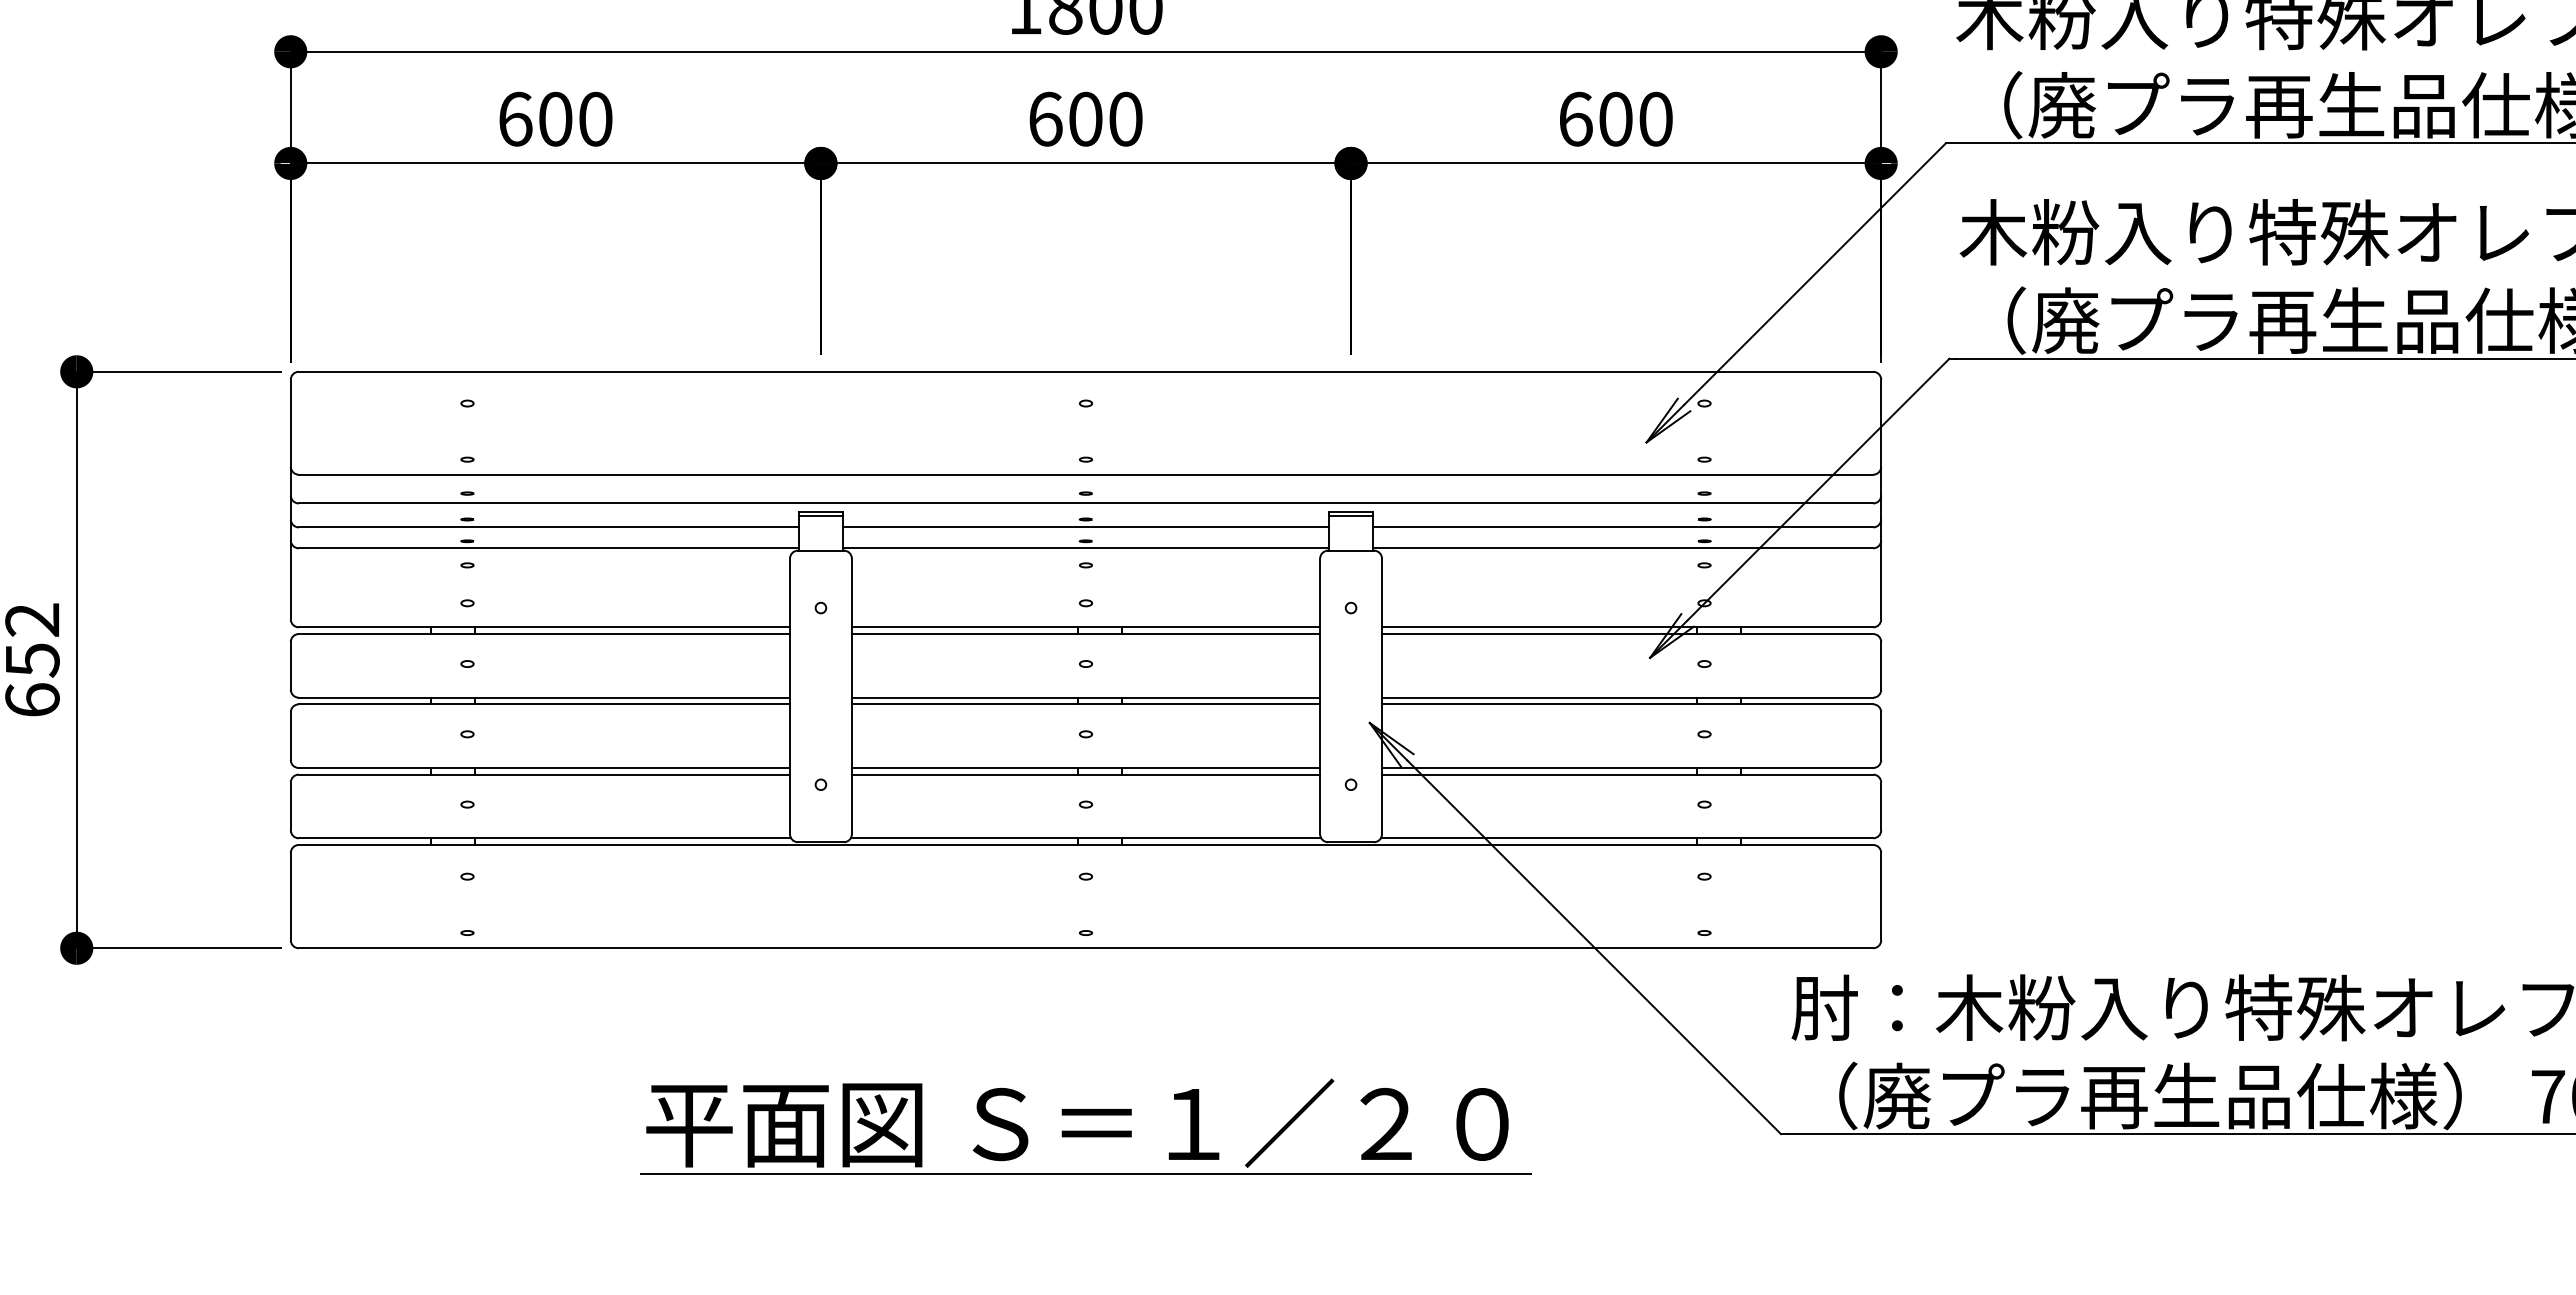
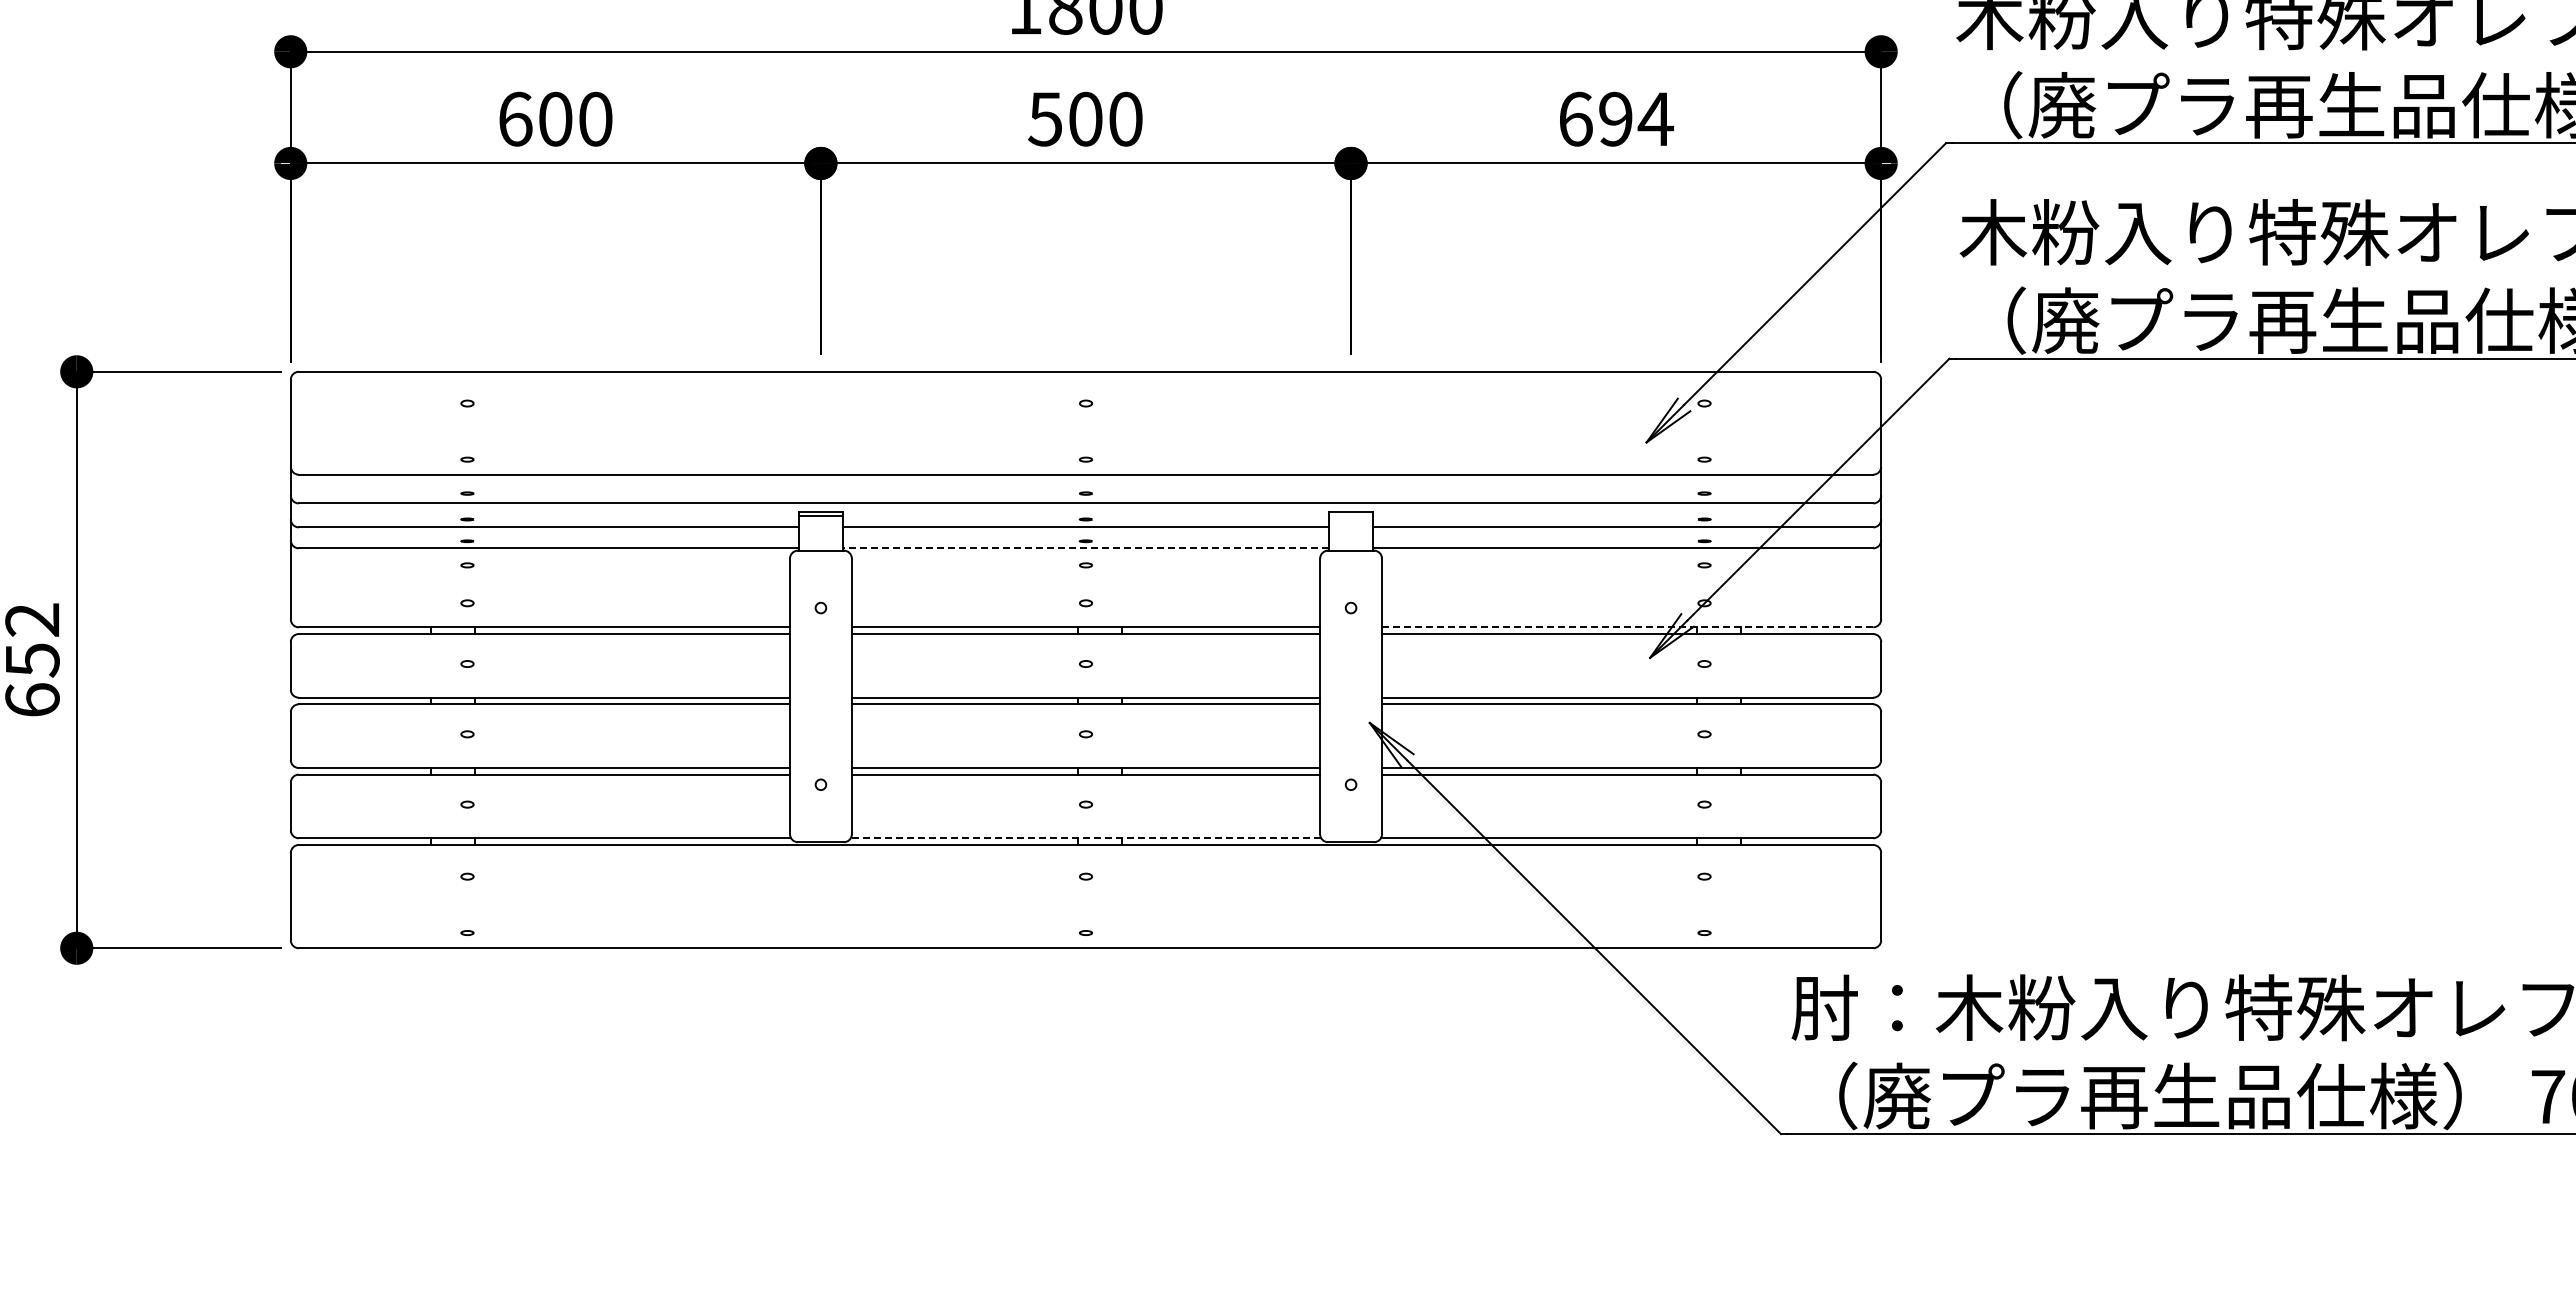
text at (1045, 118): 600 -> 500
text at (1636, 118): 600 -> 694
line at (1350, 515): present -> none
line at (1086, 548): solid -> dashed
line at (1627, 627): solid -> dashed
line at (1085, 838): solid -> dashed
part at (1085, 1126): present -> none
